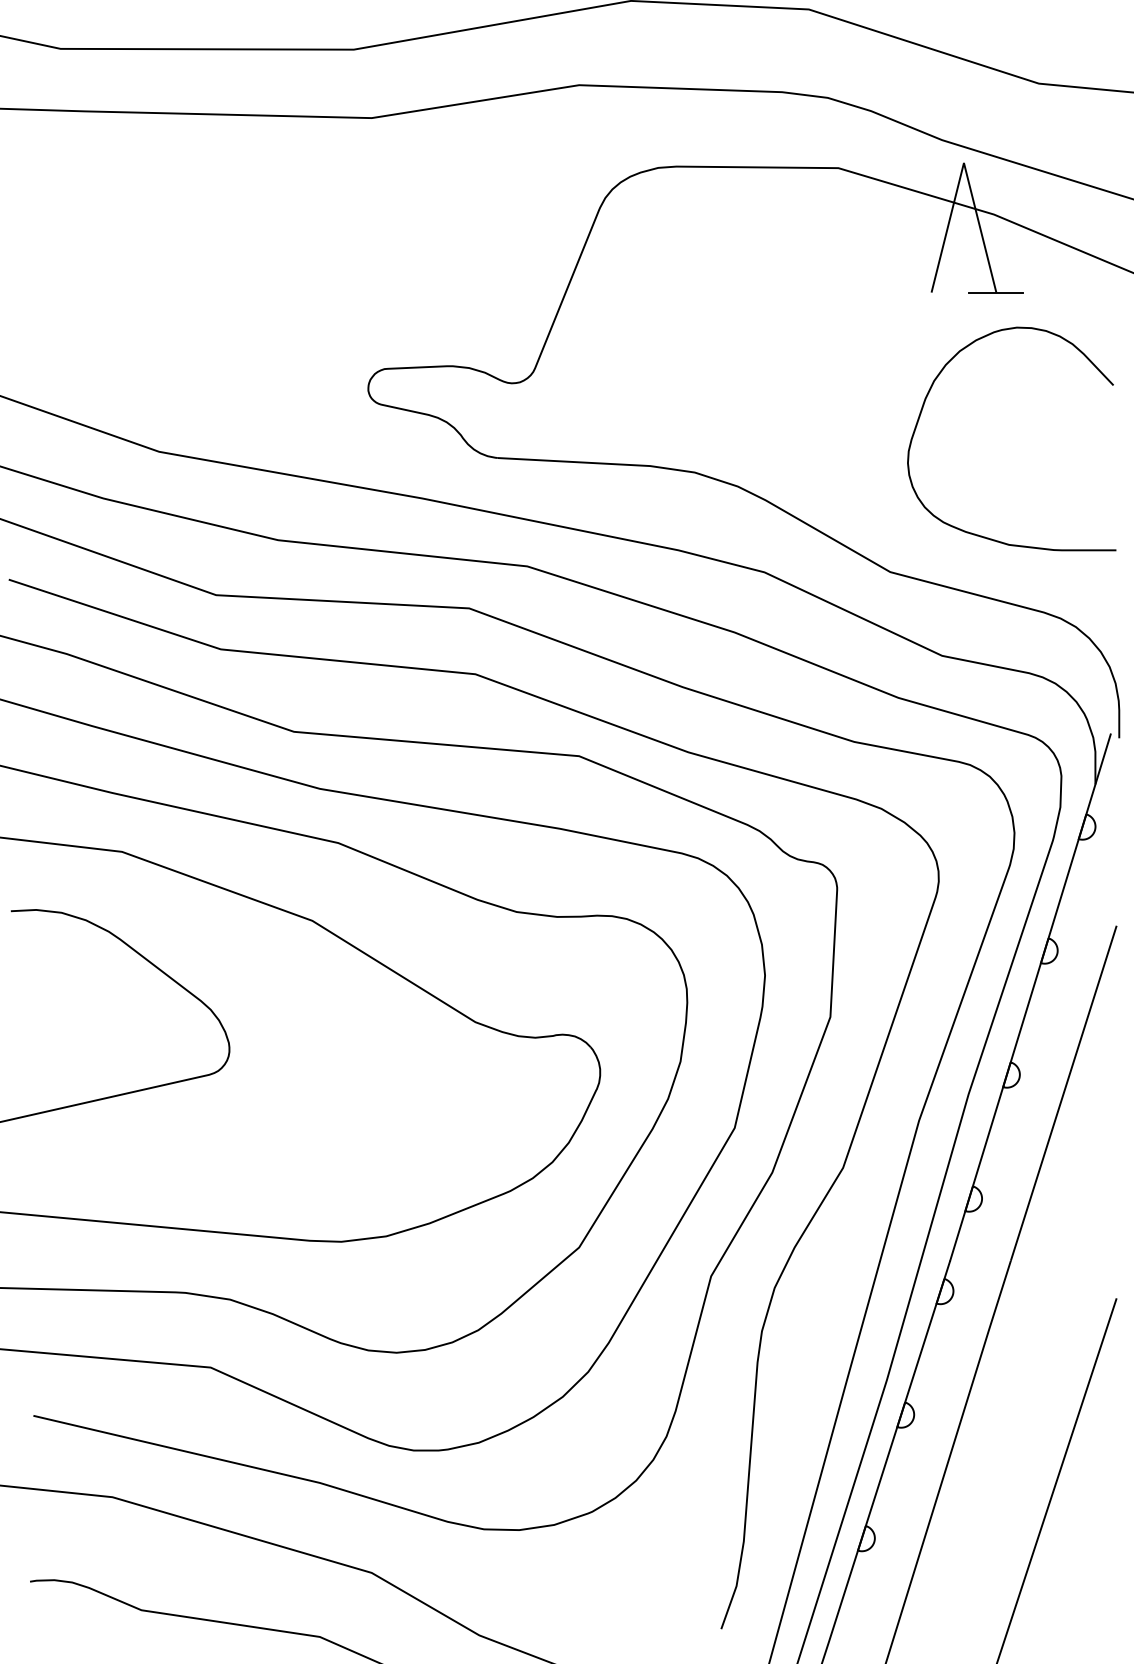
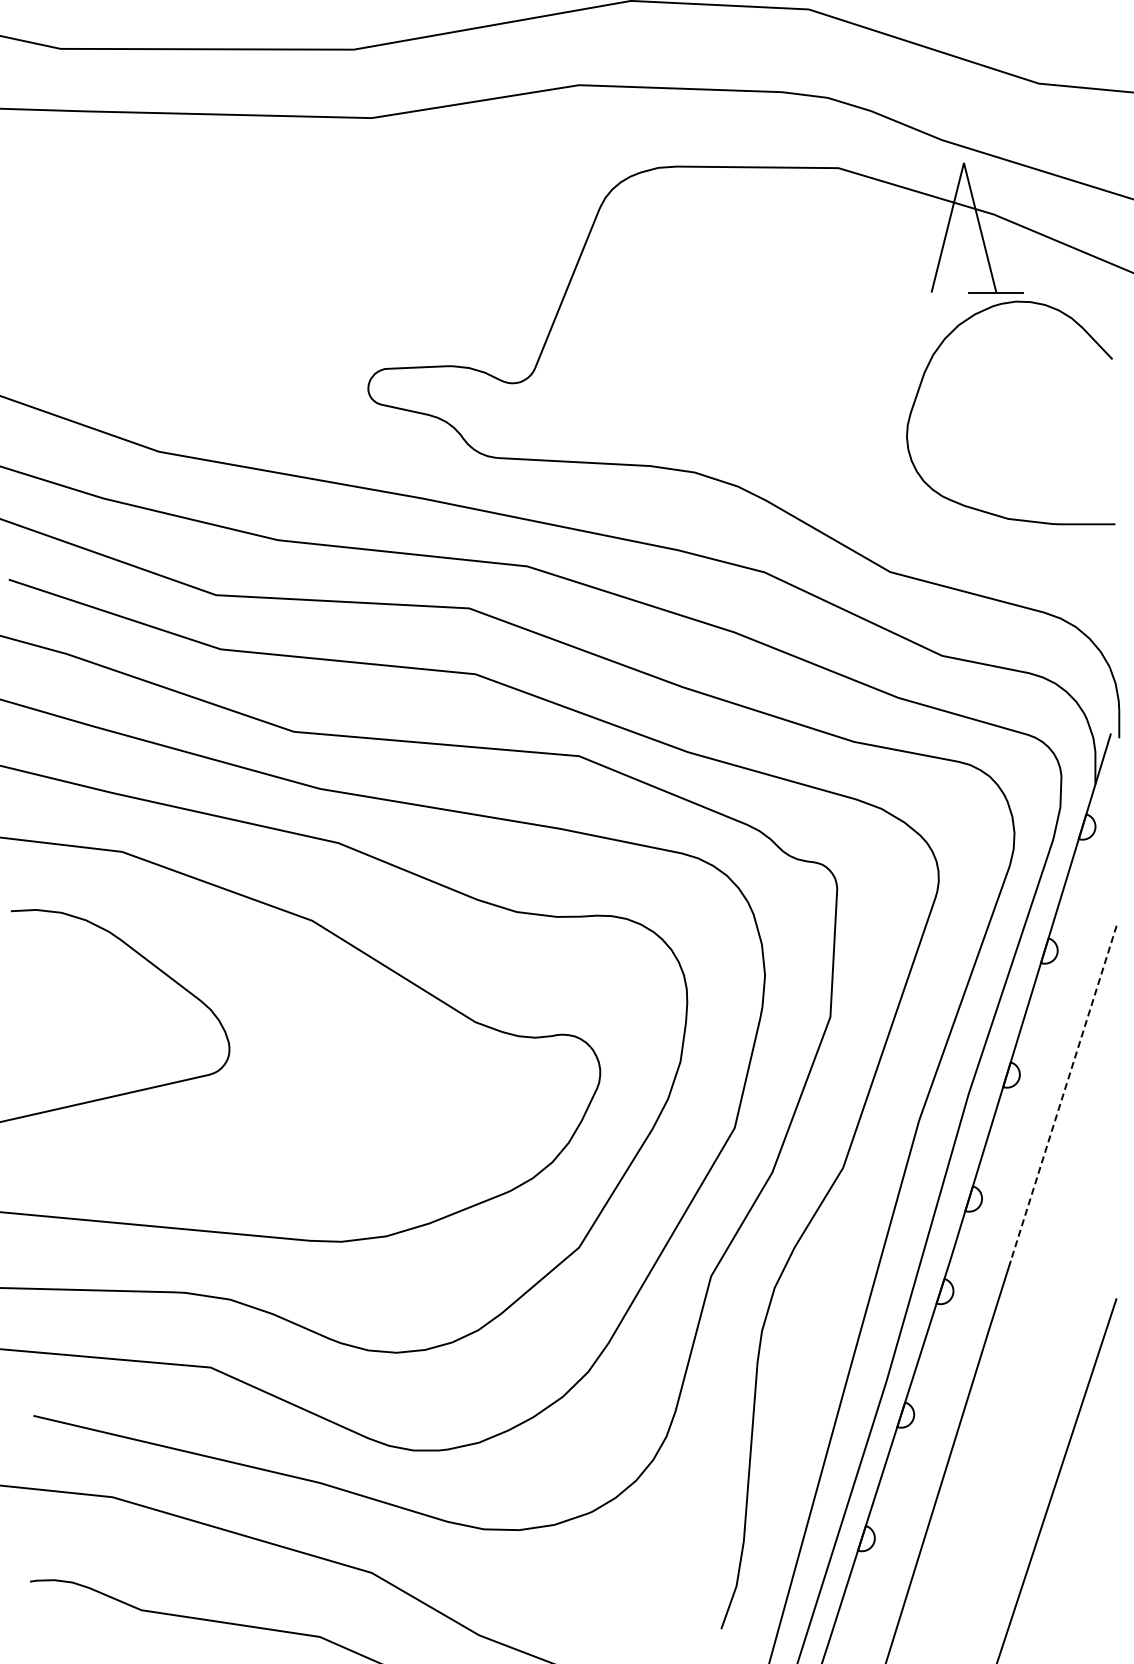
curve at (923, 408) position: (923, 408) -> (922, 382)
line at (1063, 1093): solid -> dashed
